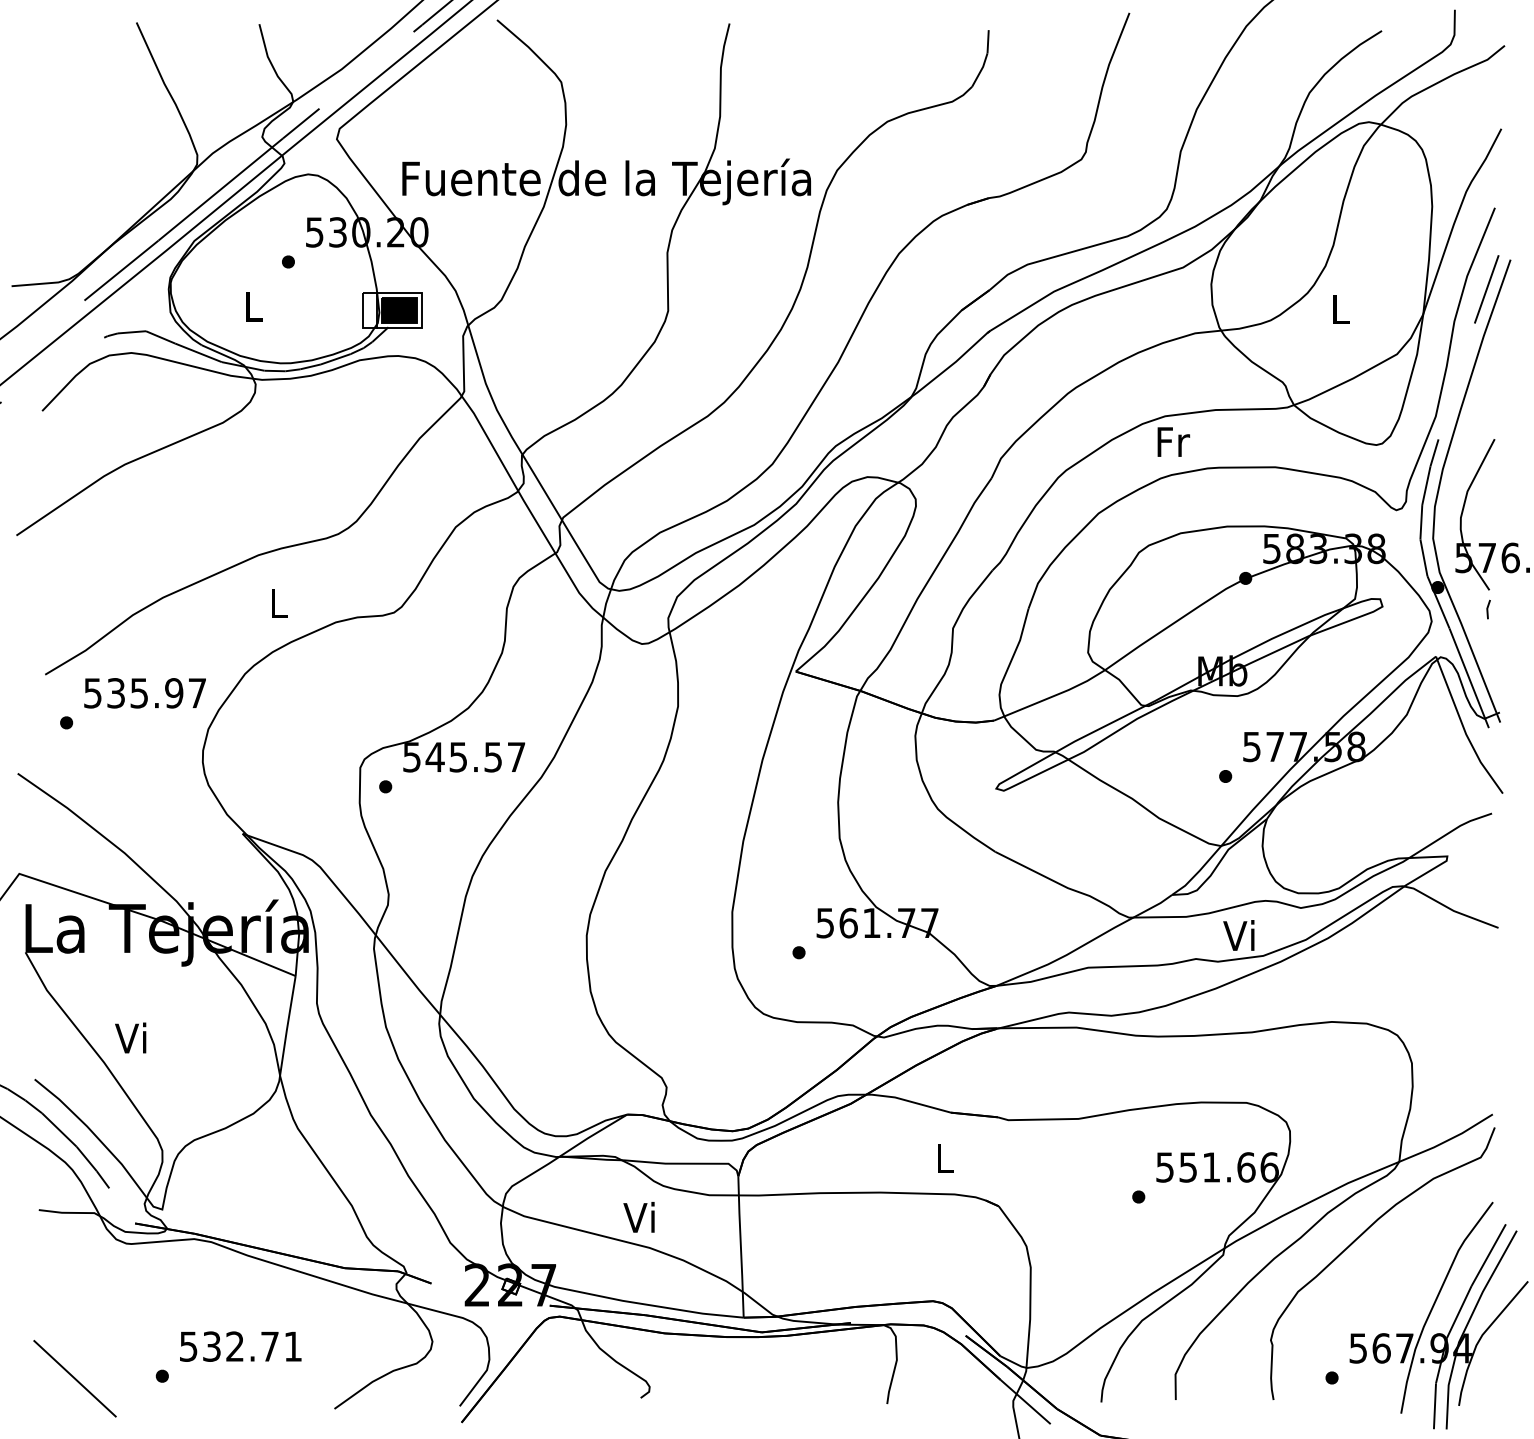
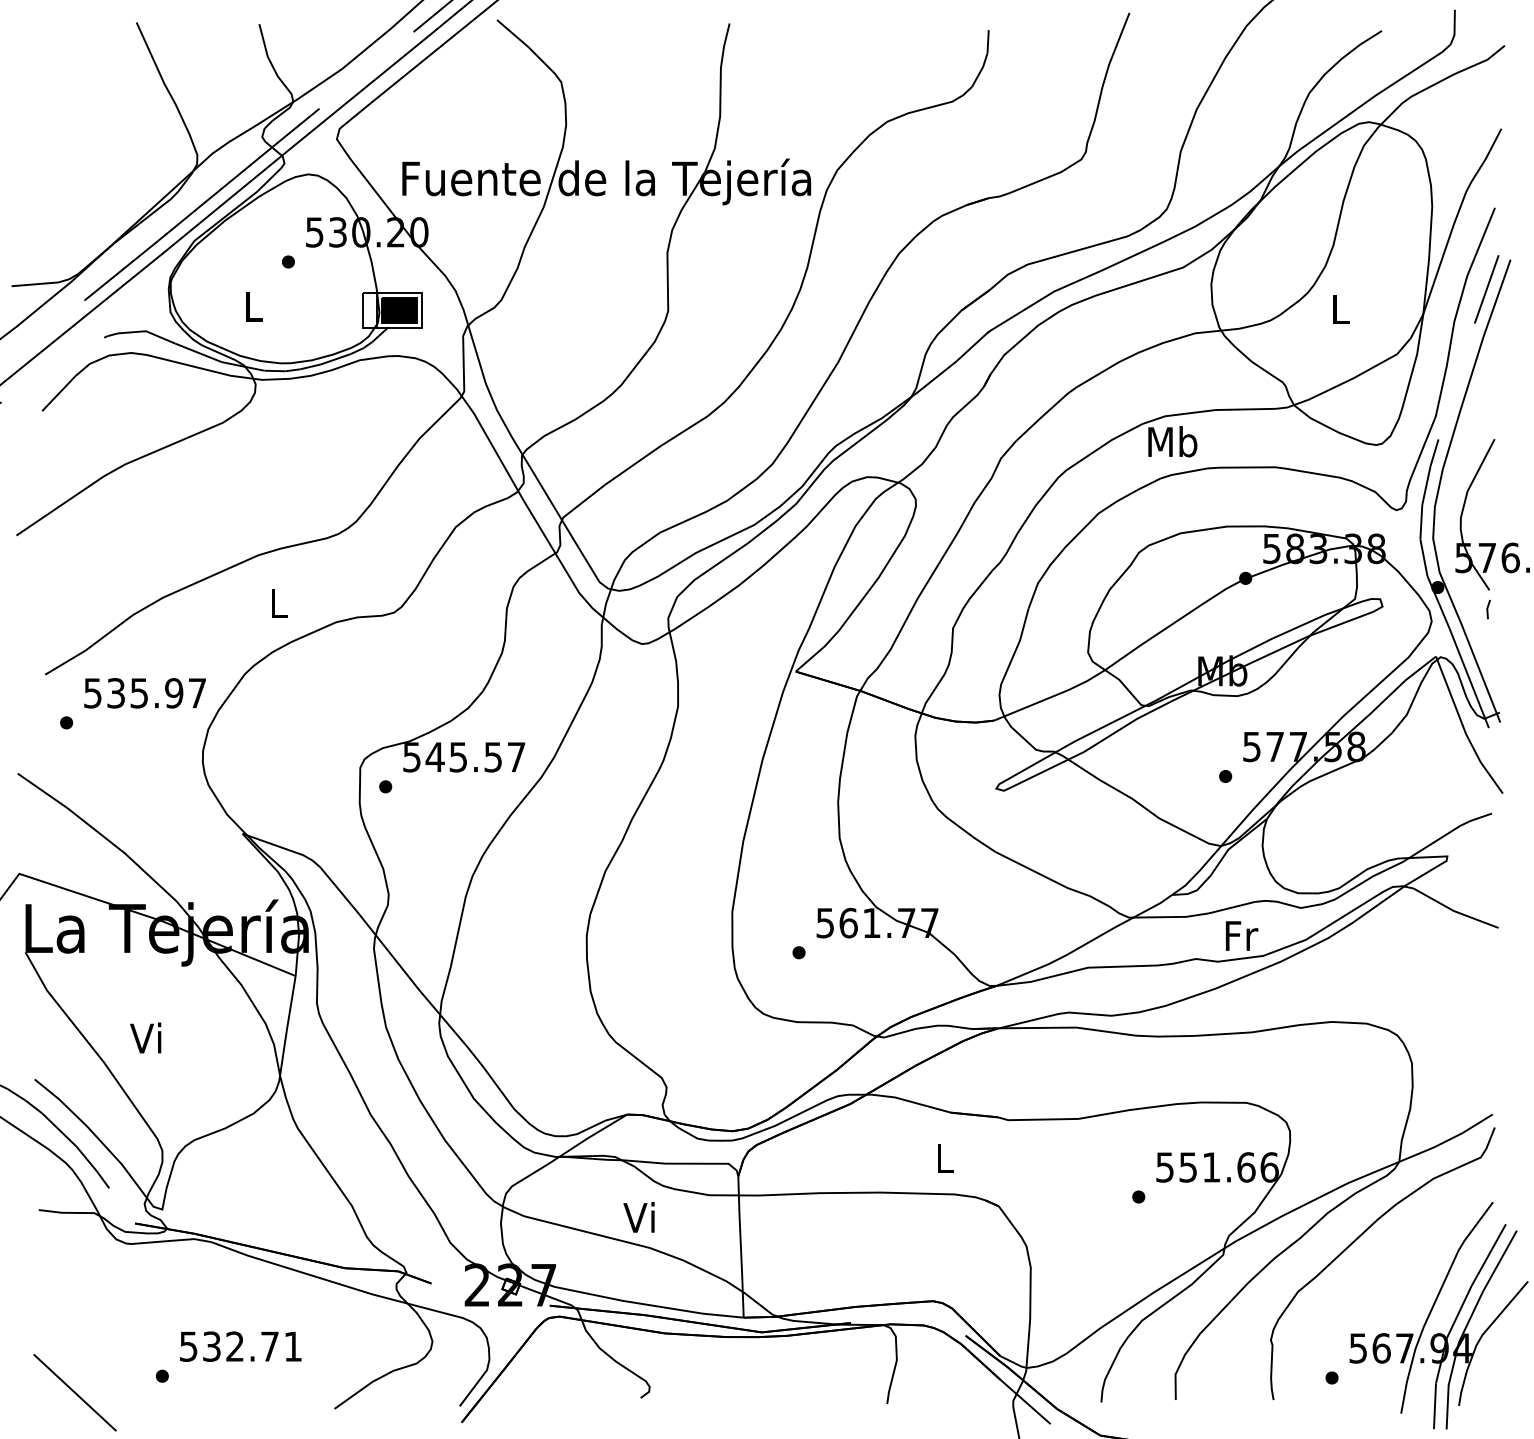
text at (1172, 441): Fr -> Mb
text at (1240, 935): Vi -> Fr
text at (130, 1037) position: (130, 1037) -> (145, 1037)
line at (74, 1378) position: (74, 1378) -> (74, 1392)
